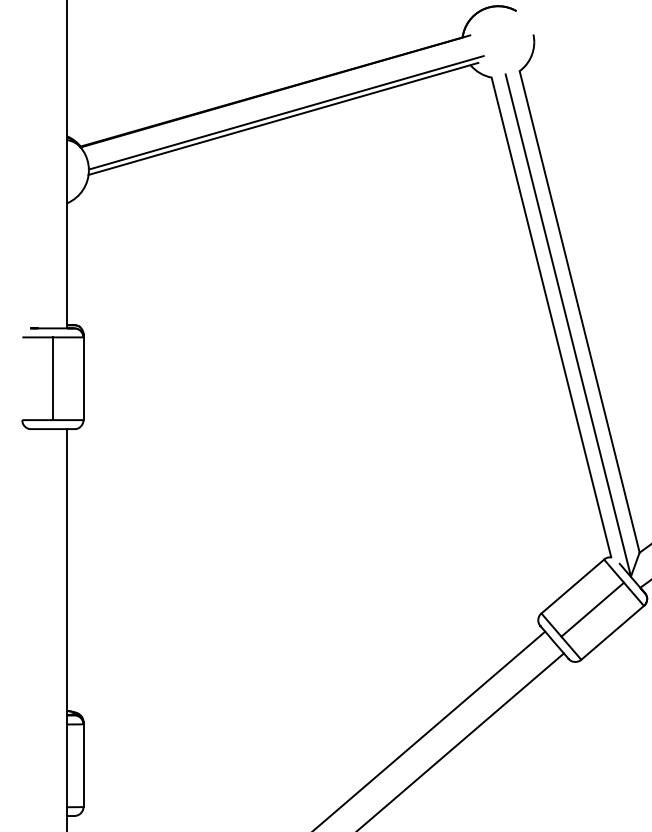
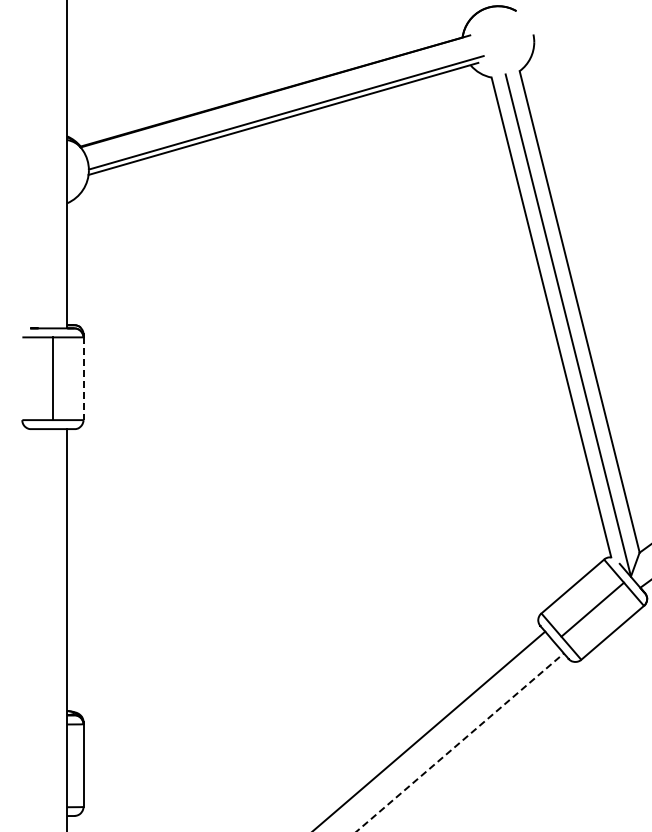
line at (83, 379): solid -> dashed
line at (460, 742): solid -> dashed
